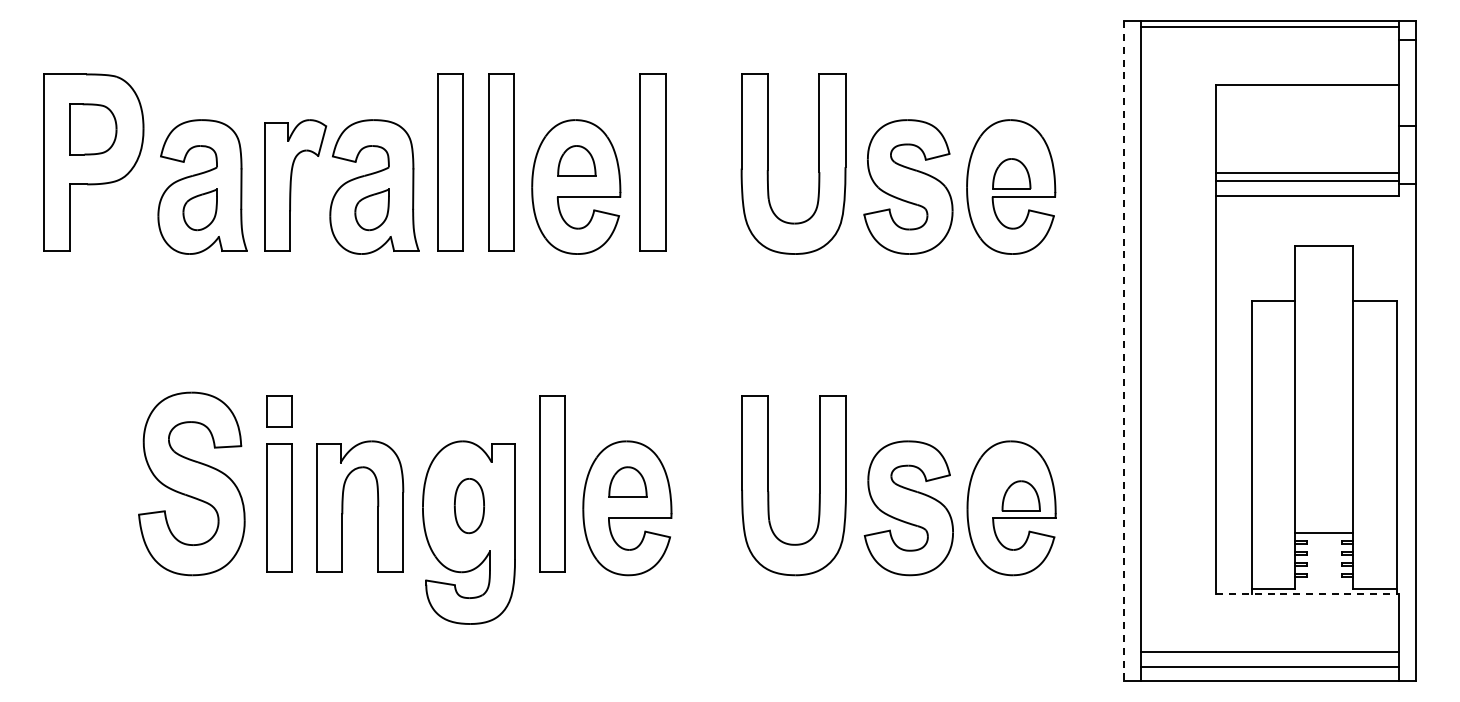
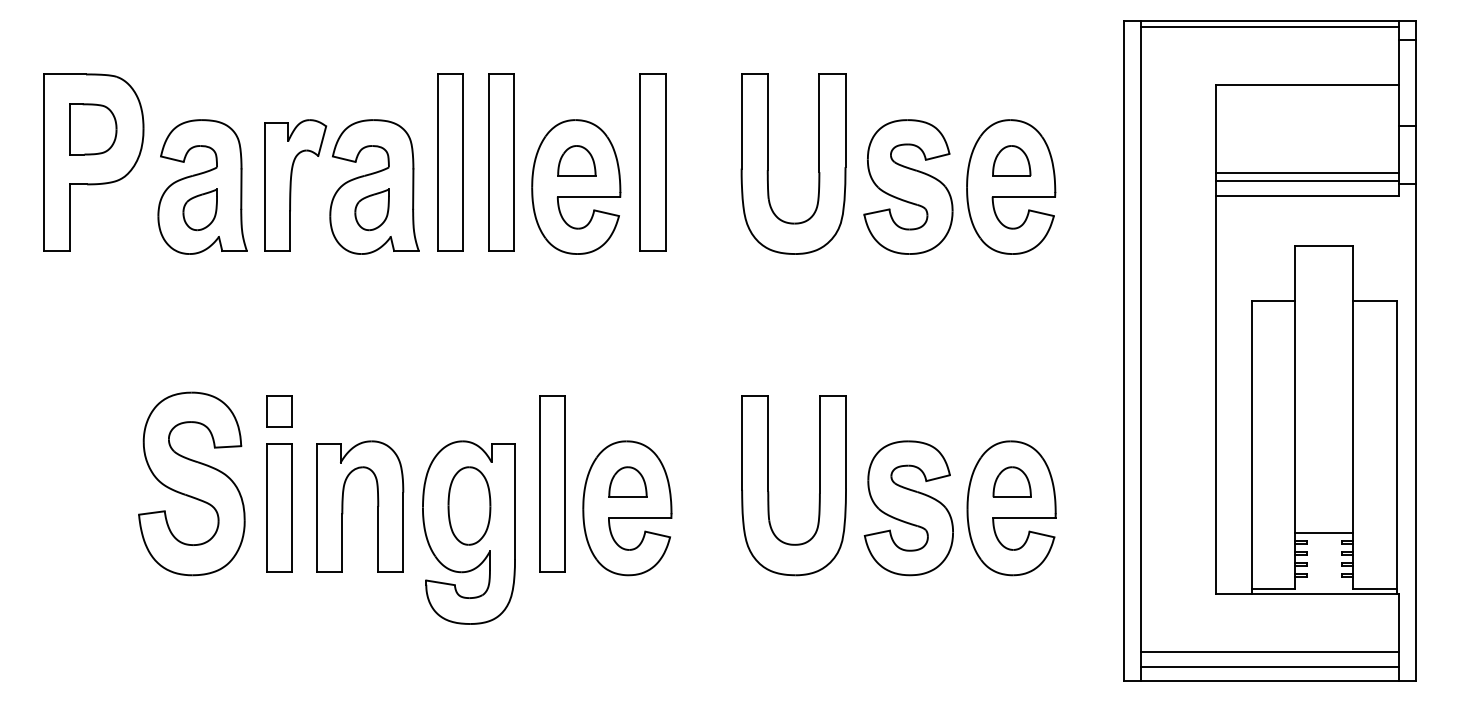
part at (1011, 173) position: (1011, 173) -> (1011, 160)
line at (1123, 350): dashed -> solid
part at (1020, 495) position: (1020, 495) -> (1011, 481)
part at (469, 506) size: 31x57 px -> 45x80 px
line at (1308, 594): dashed -> solid
